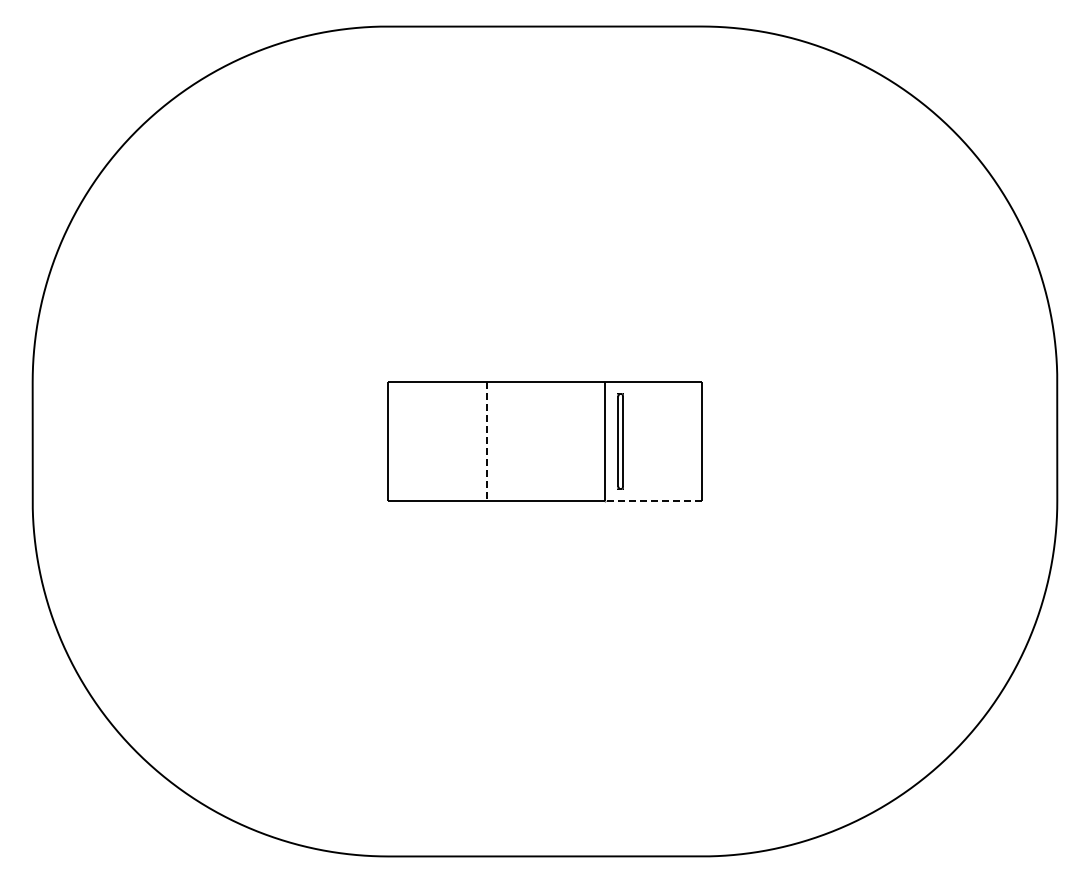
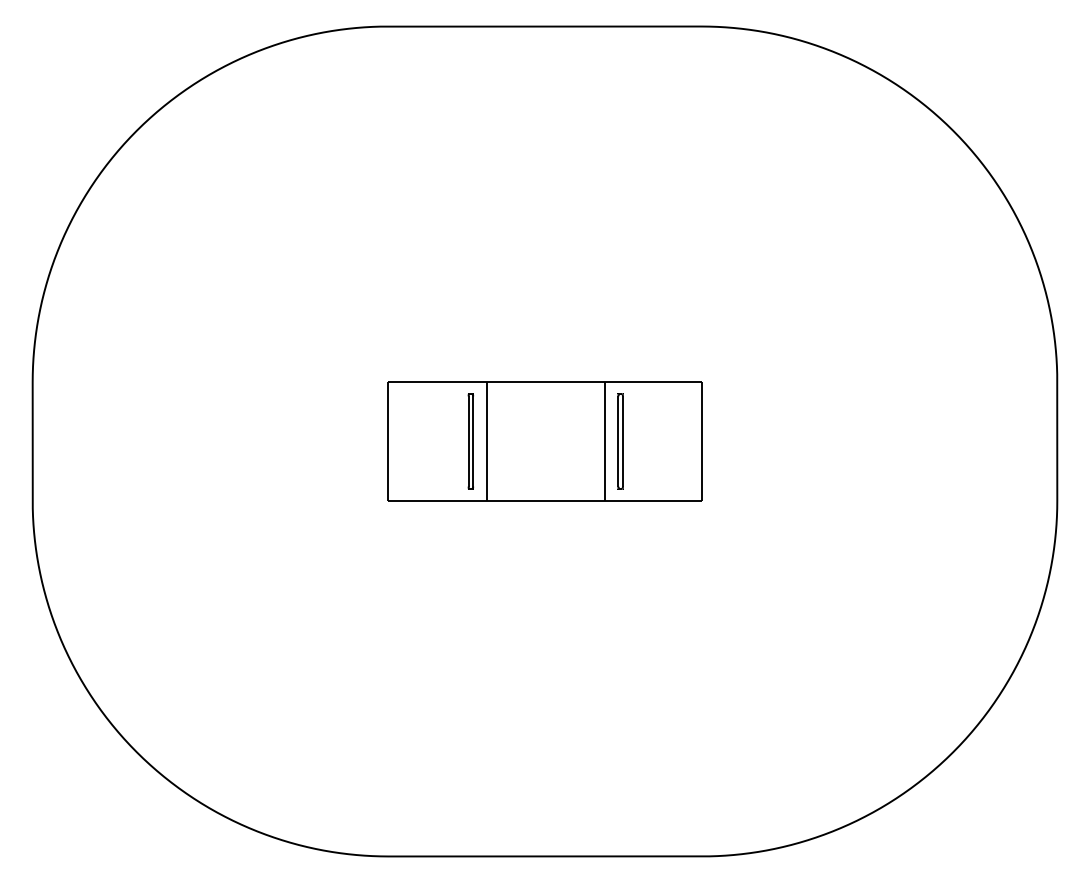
part at (470, 441): none -> present
line at (486, 441): dashed -> solid
line at (652, 500): dashed -> solid
